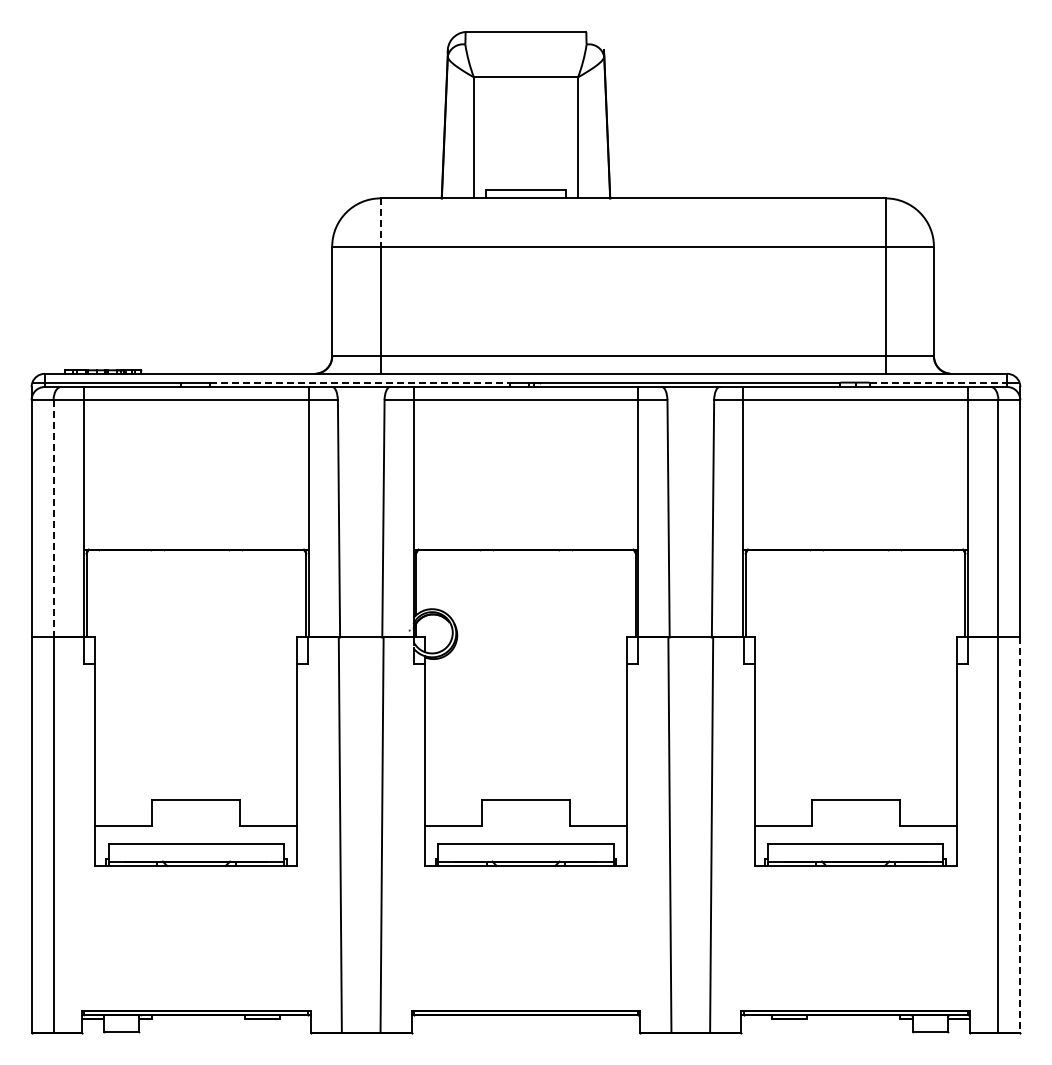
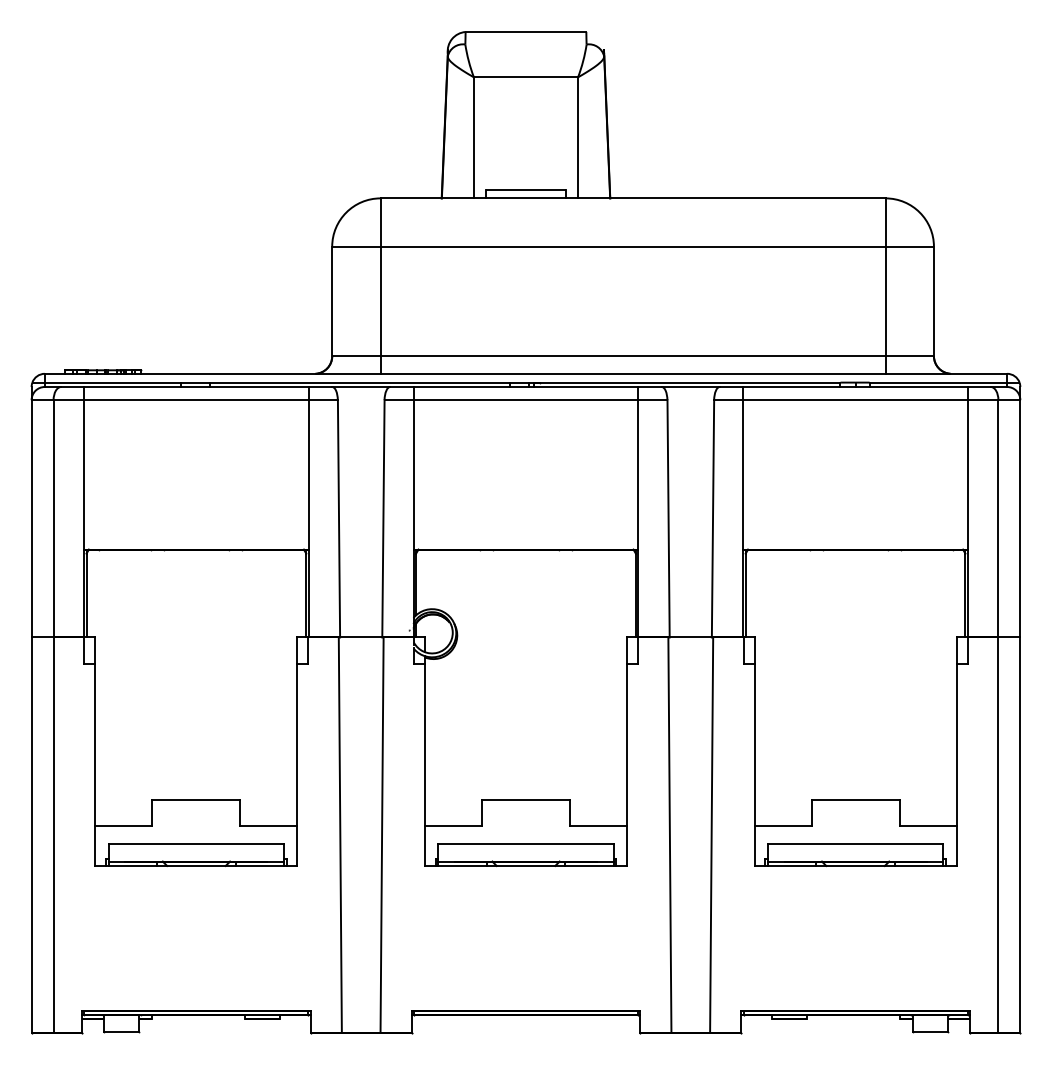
line at (380, 223): dashed -> solid
line at (359, 382): dashed -> solid
line at (938, 382): dashed -> solid
line at (53, 518): dashed -> solid
line at (1020, 835): dashed -> solid
